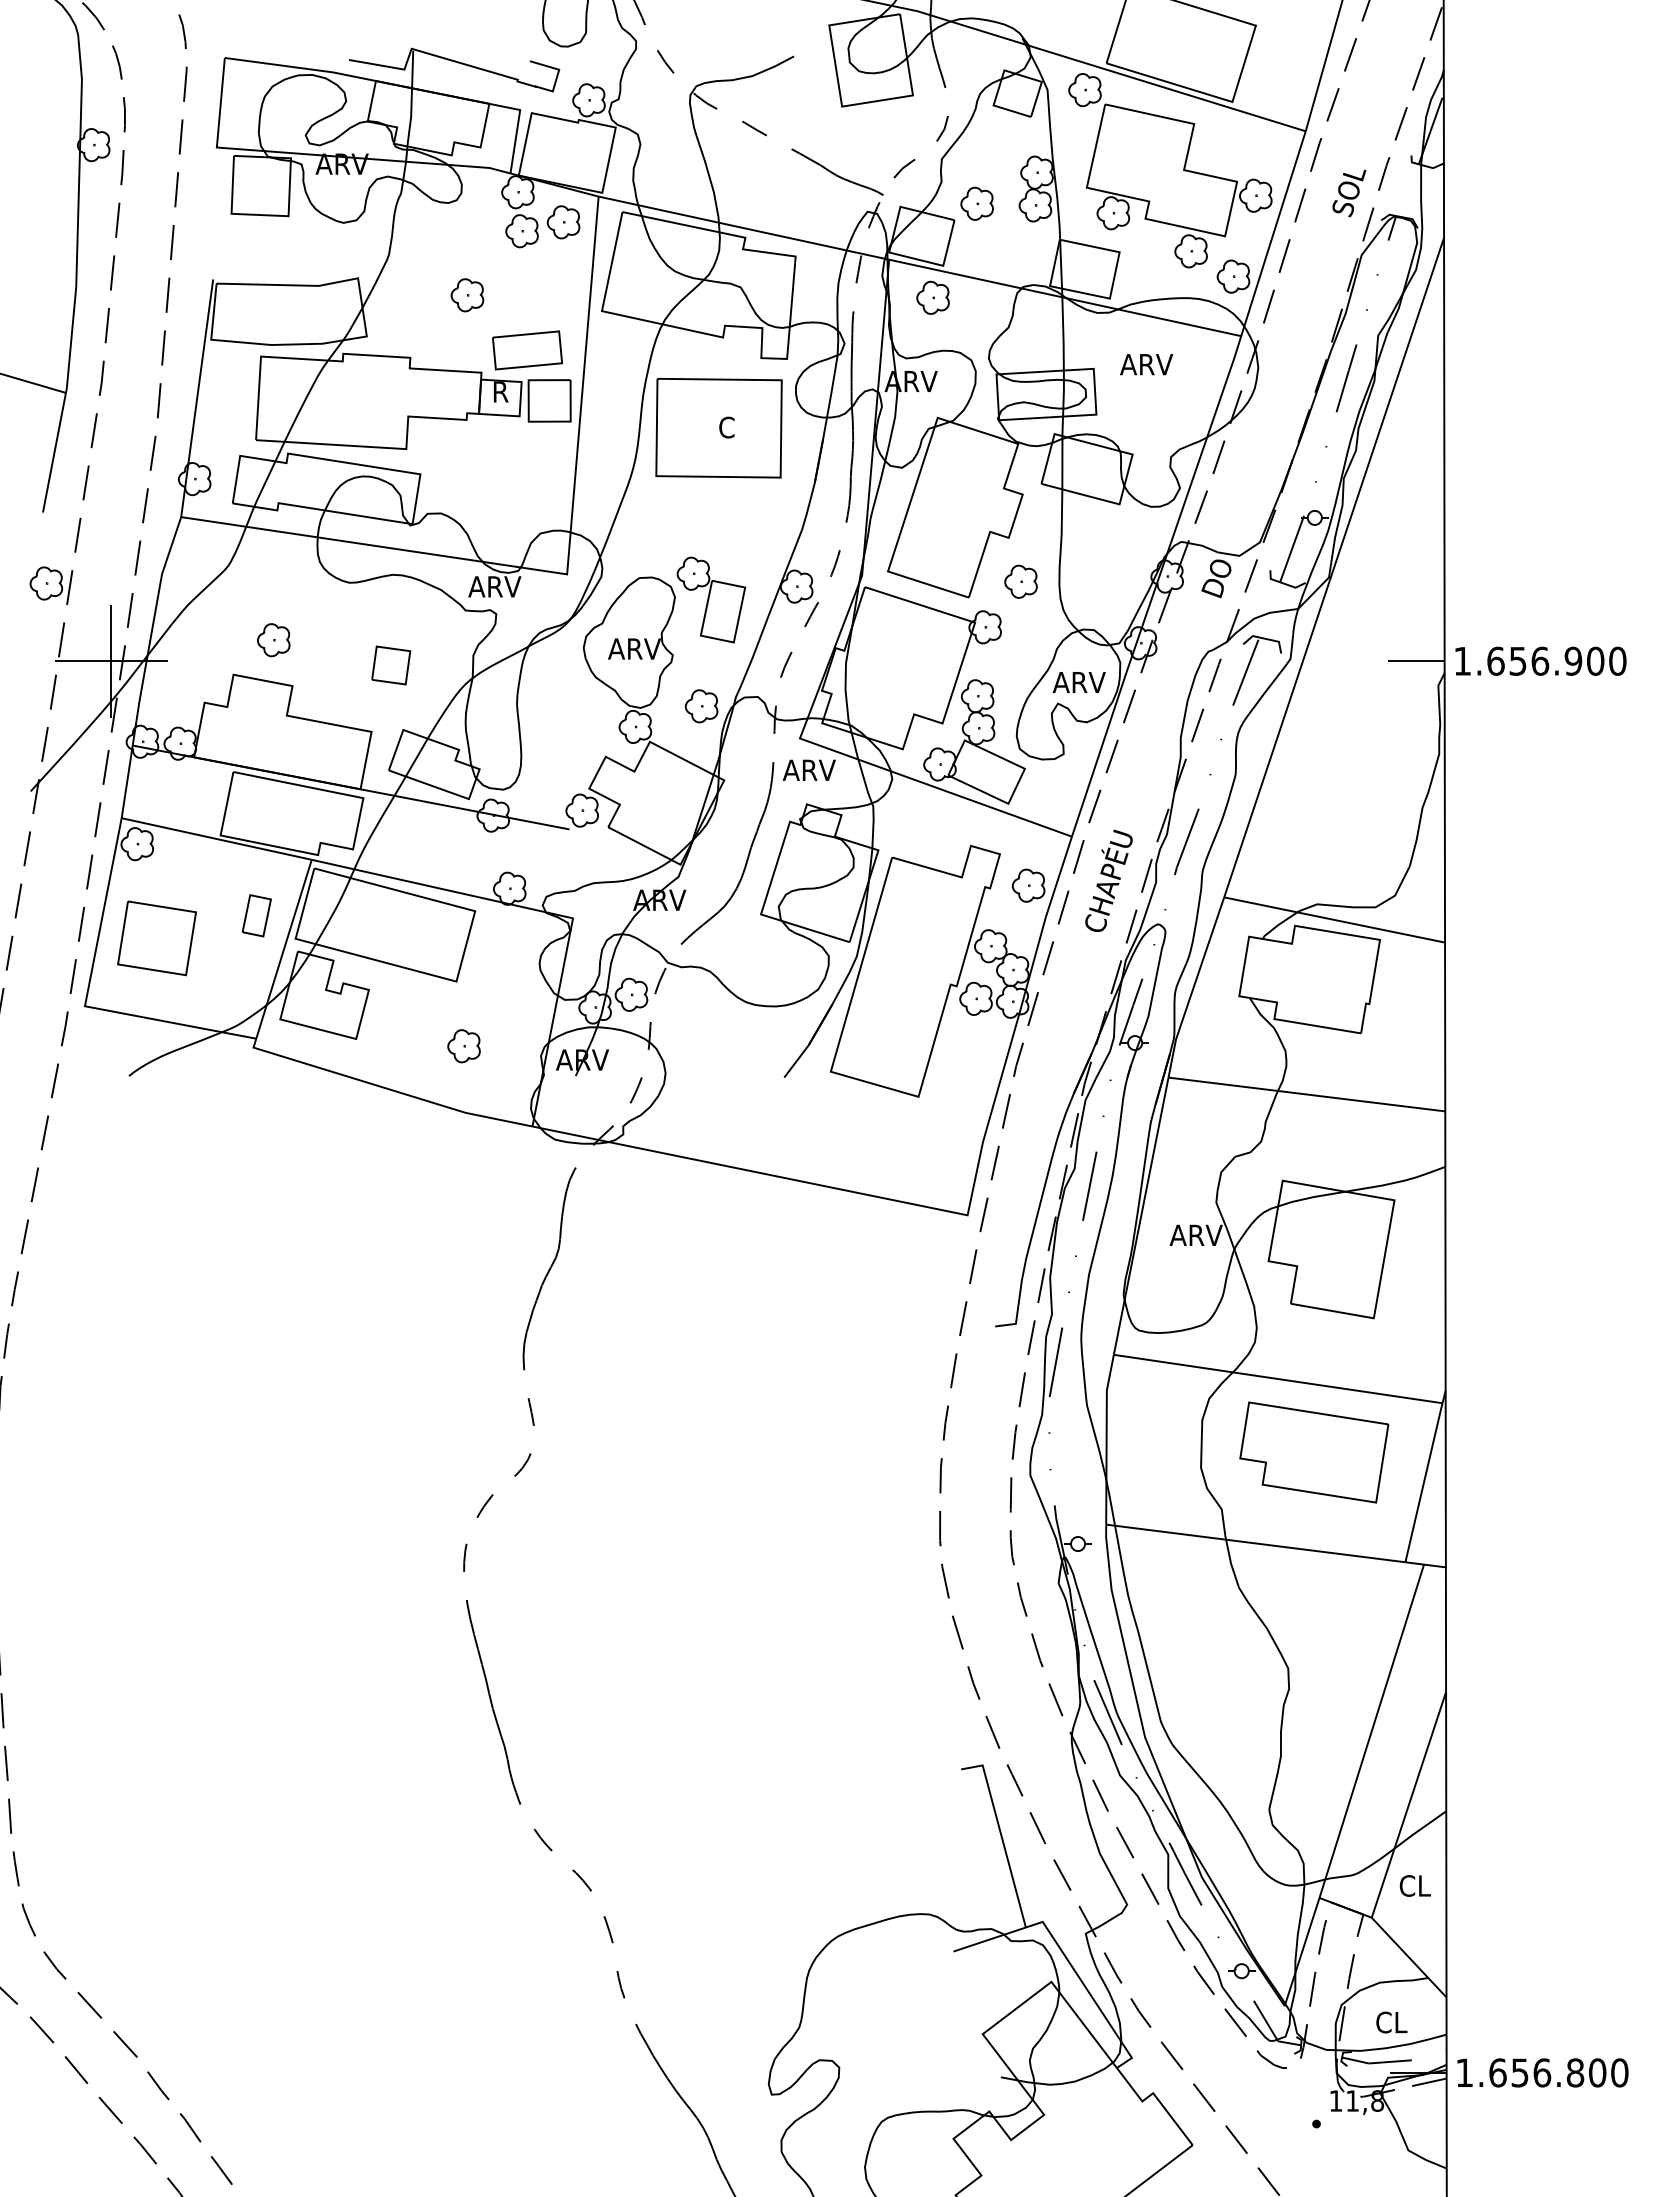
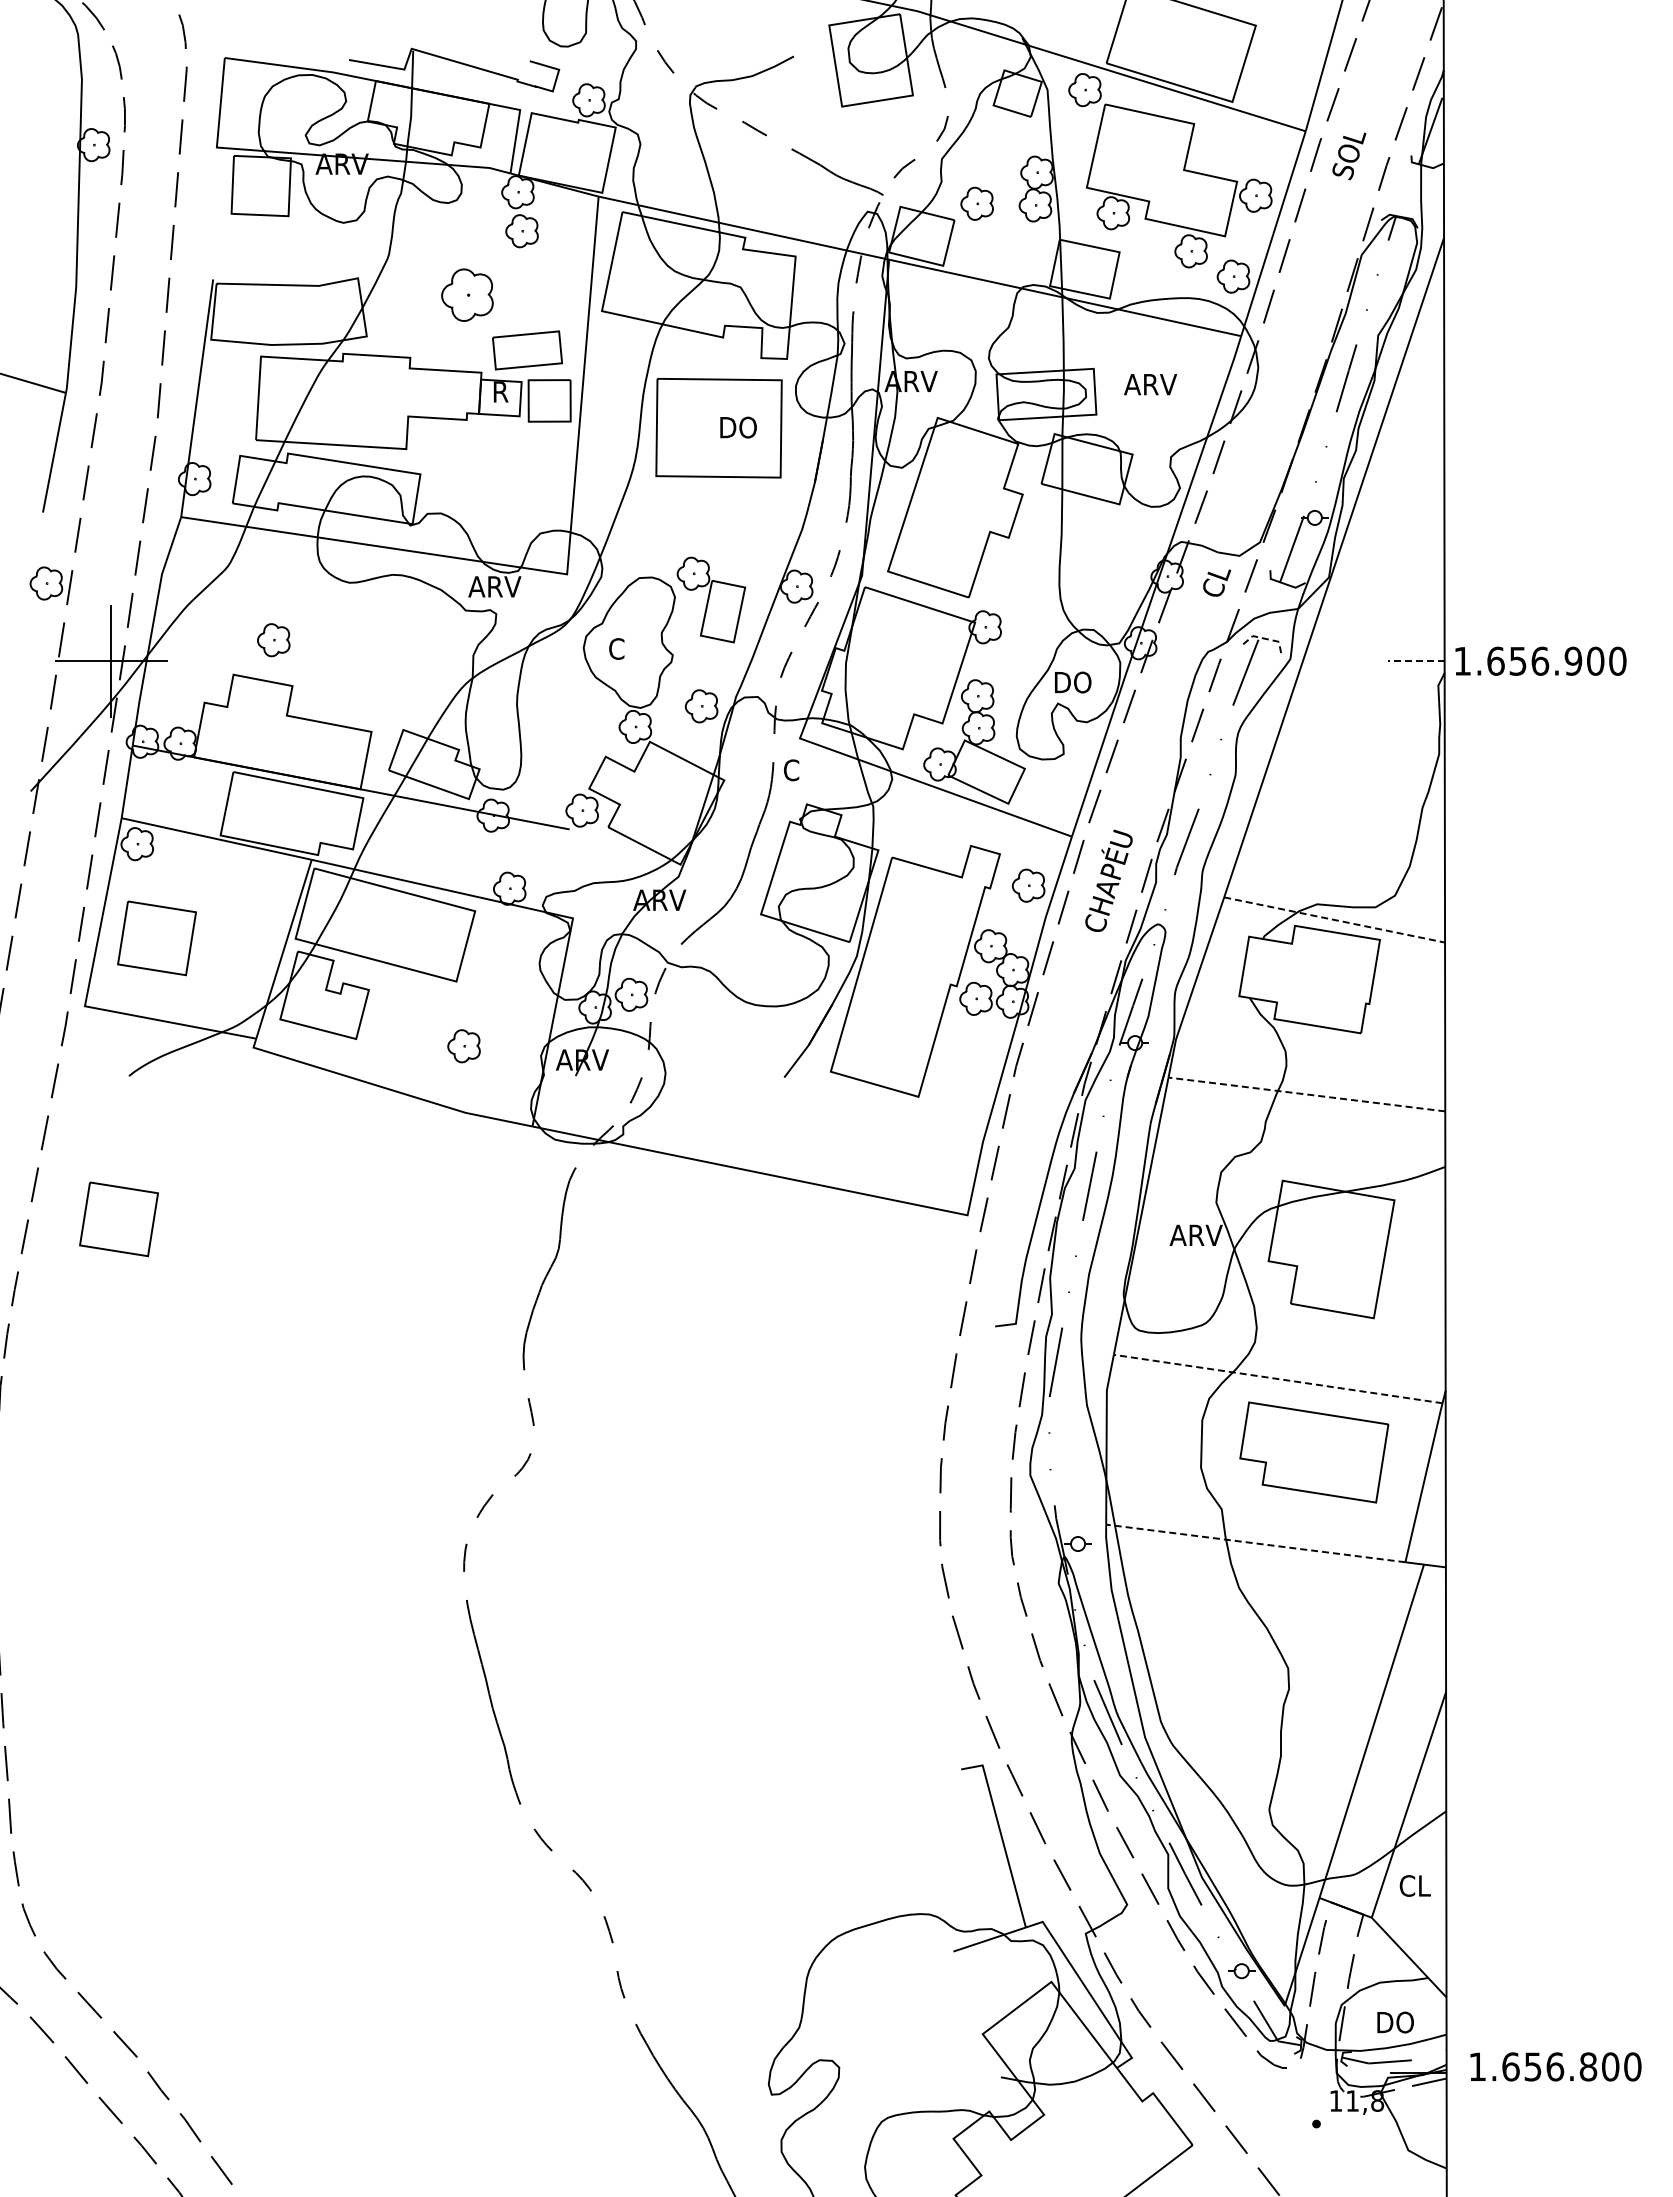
text at (1349, 193) position: (1349, 193) -> (1349, 156)
part at (563, 222): present -> none
part at (467, 295) size: 35x35 px -> 53x54 px
part at (932, 297): present -> none
text at (1146, 364) position: (1146, 364) -> (1150, 384)
text at (737, 427): C -> DO
text at (1216, 578): DO -> CL
part at (1020, 581): present -> none
line at (1265, 638): solid -> dashed
text at (634, 648): ARV -> C
line at (1415, 661): solid -> dashed
part at (391, 665): present -> none
text at (1078, 682): ARV -> DO
text at (808, 770): ARV -> C
part at (256, 915): present -> none
line at (1334, 919): solid -> dashed
line at (1306, 1094): solid -> dashed
part at (118, 1219): none -> present
line at (1277, 1378): solid -> dashed
line at (1256, 1543): solid -> dashed
text at (1394, 2022): CL -> DO
text at (1542, 2072) position: (1542, 2072) -> (1555, 2066)
